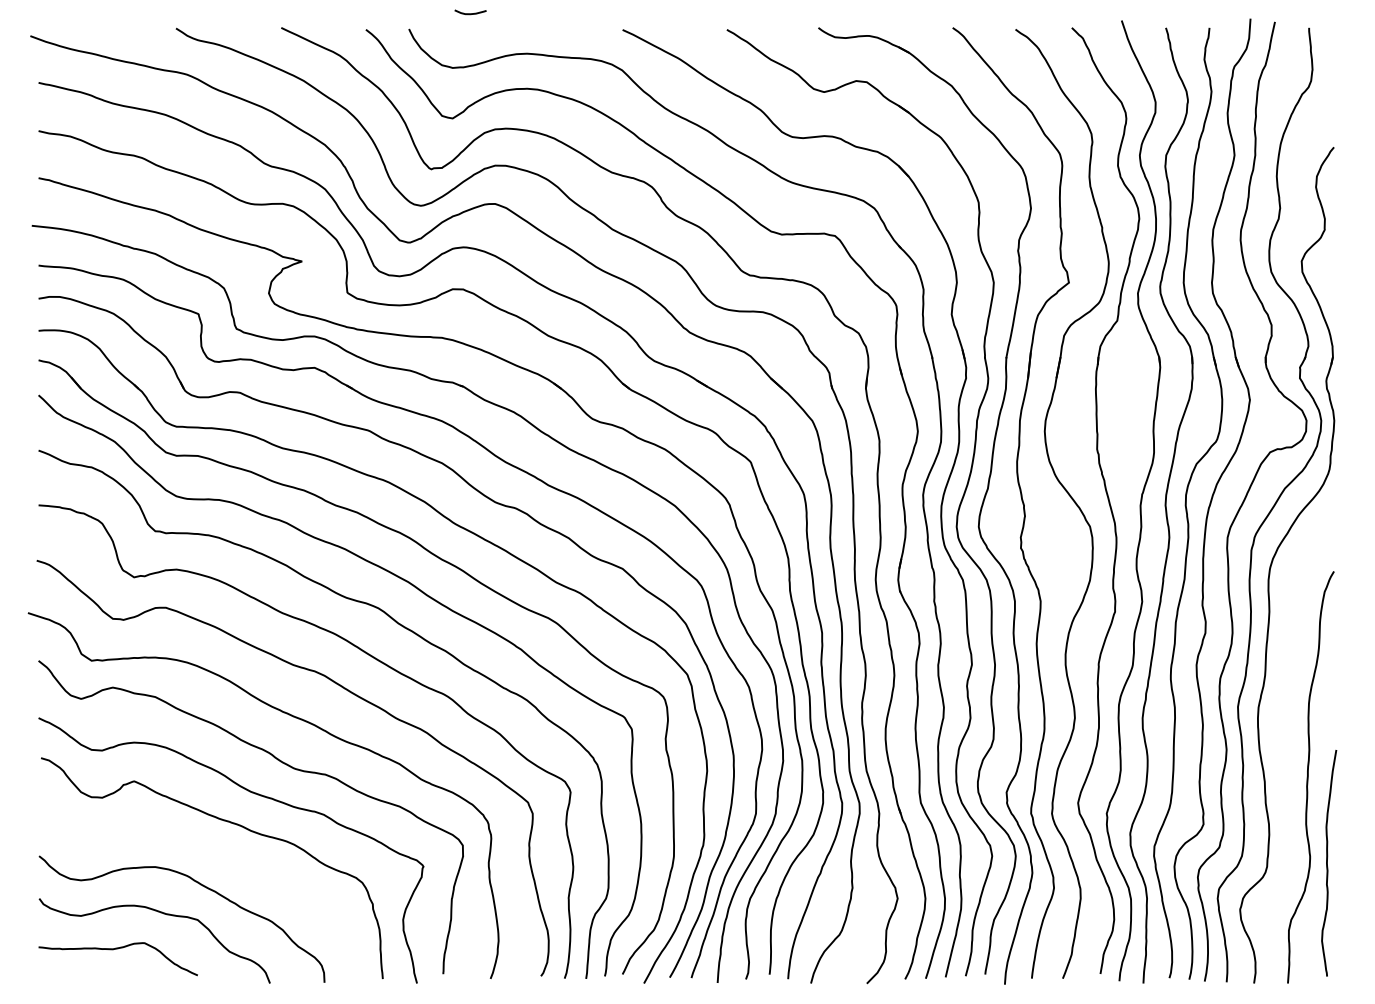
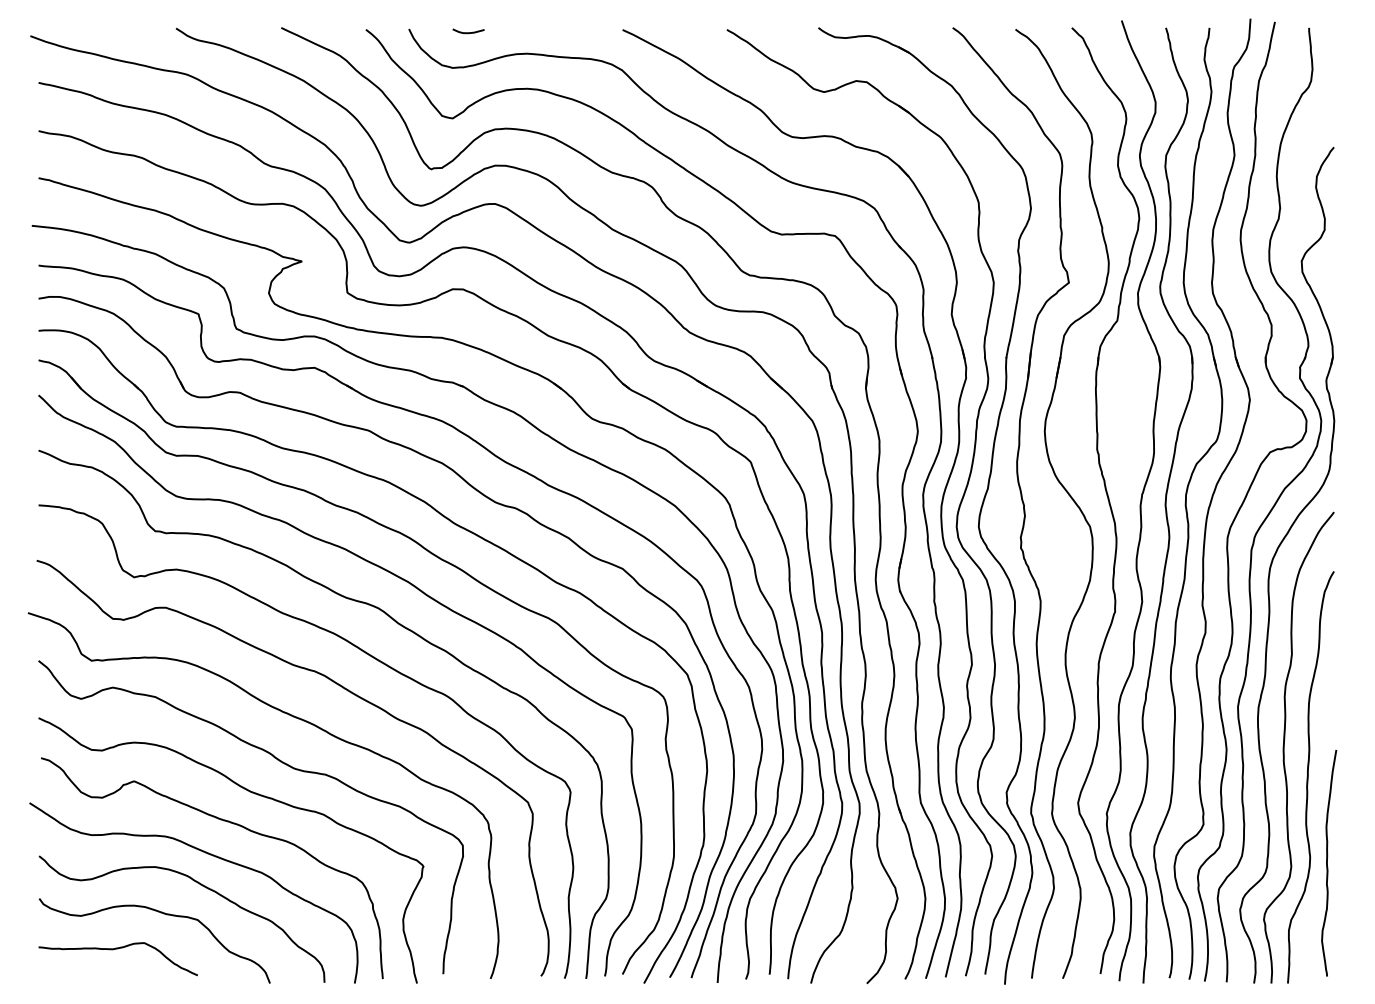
curve at (470, 13) position: (470, 13) -> (468, 32)
curve at (1284, 747): none -> present
curve at (207, 854): none -> present
